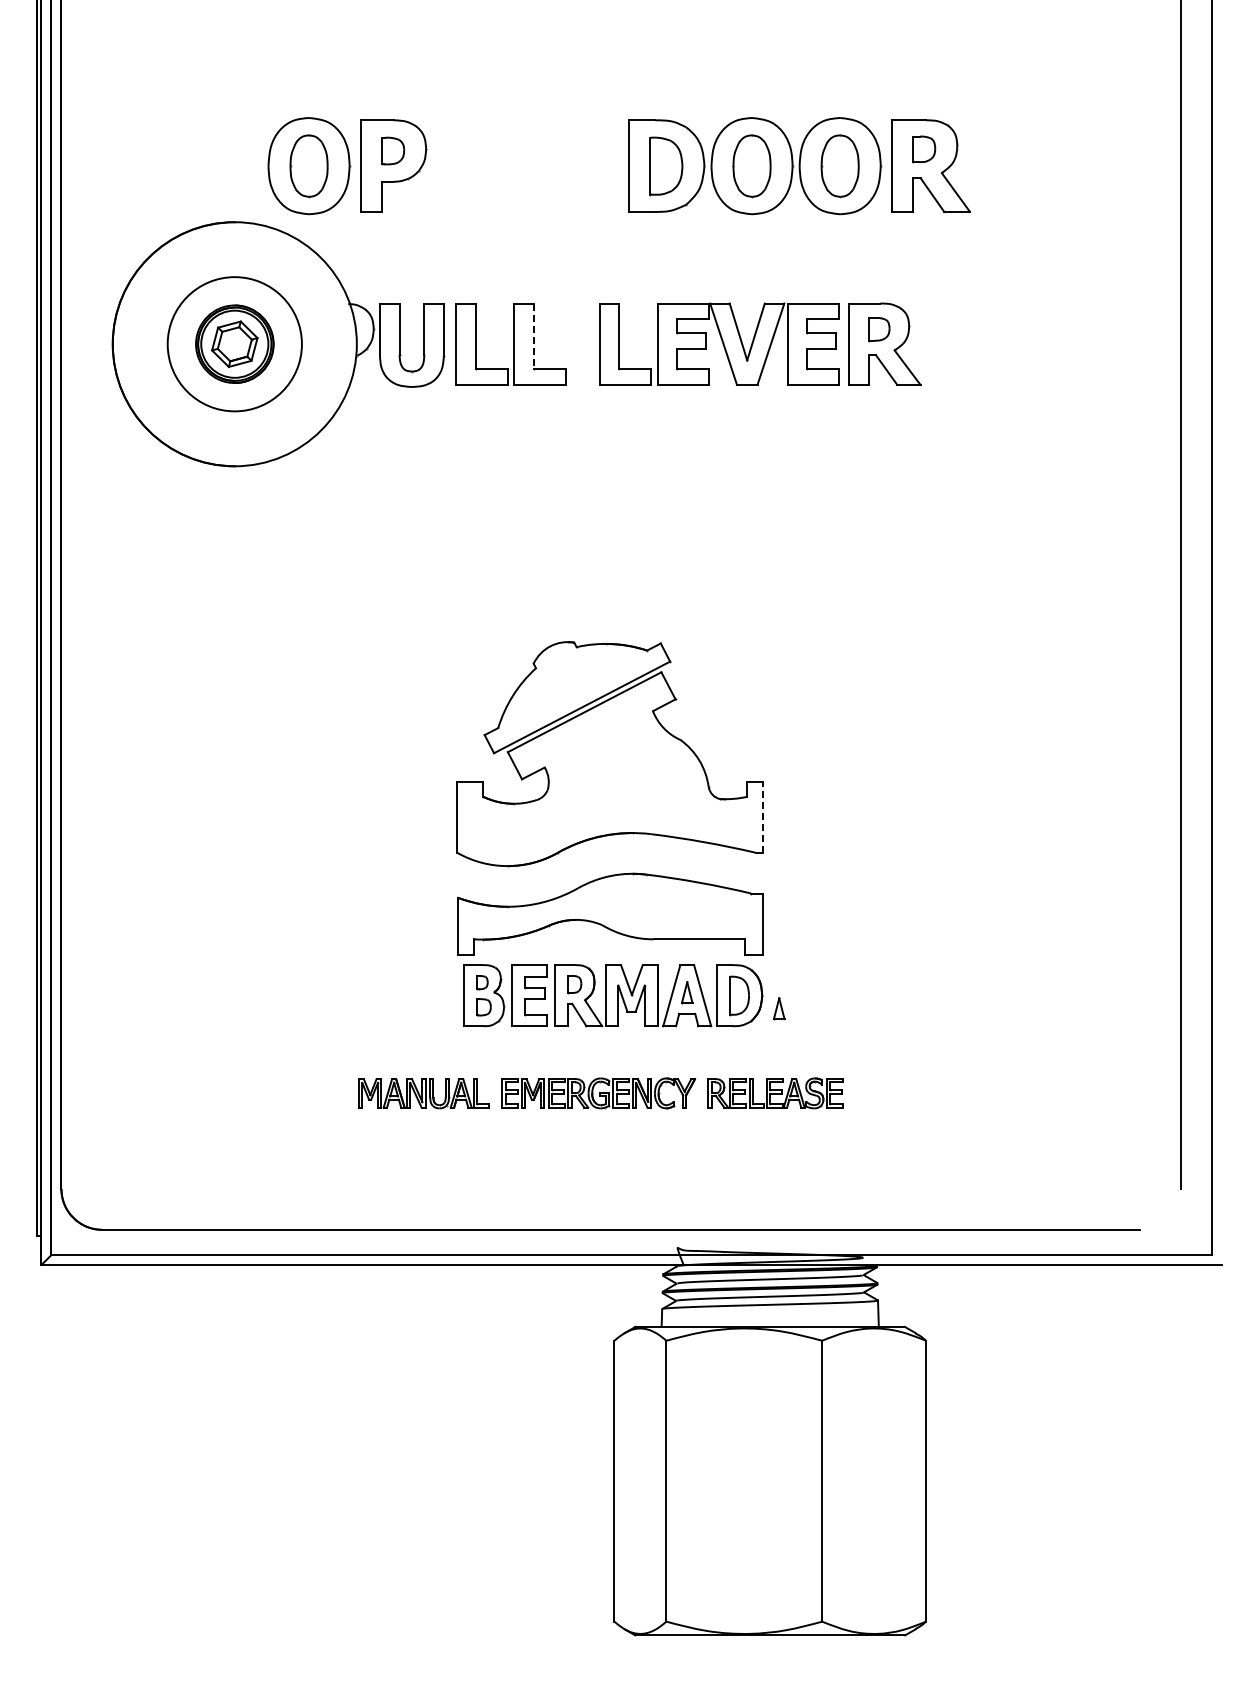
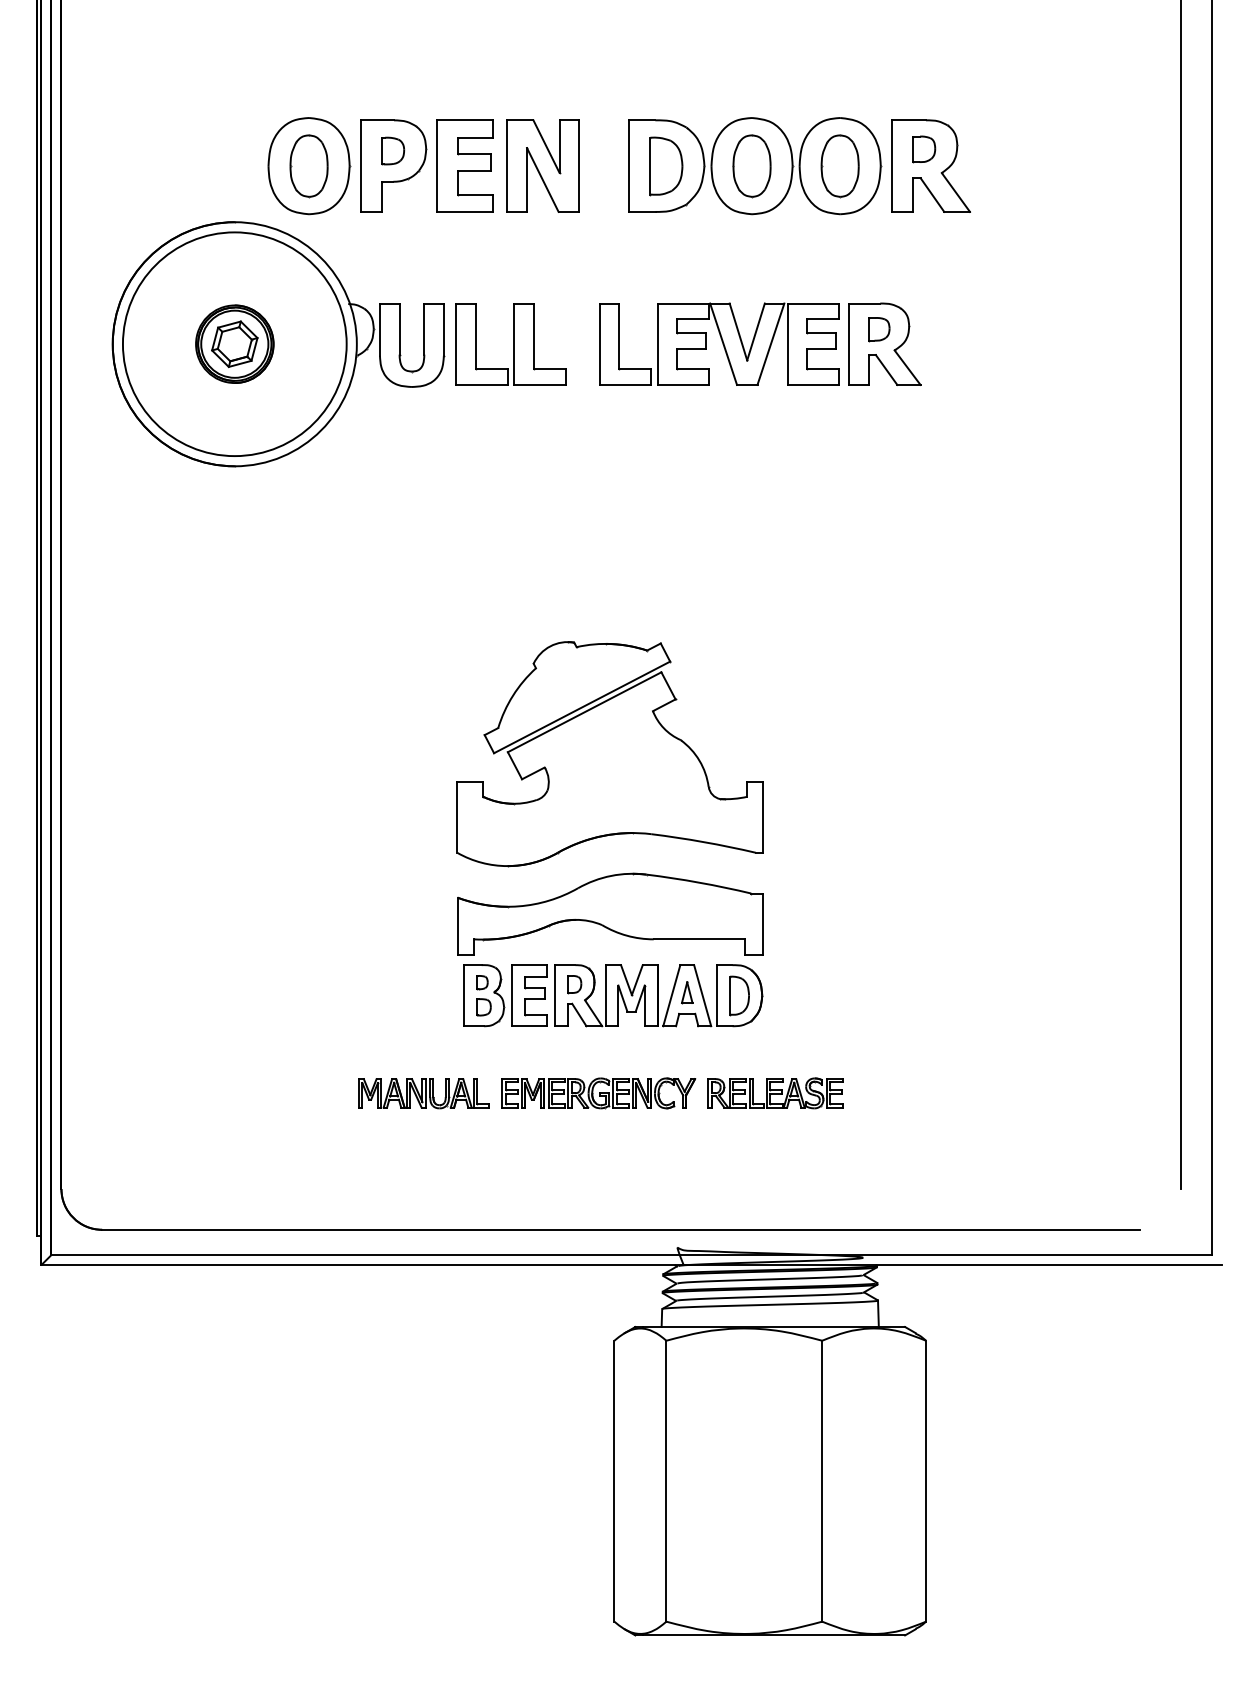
part at (464, 165): none -> present
part at (542, 165): none -> present
line at (533, 336): dashed -> solid
circle at (234, 344) diameter: 134 px -> 224 px
line at (762, 817): dashed -> solid
part at (779, 1008): present -> none
